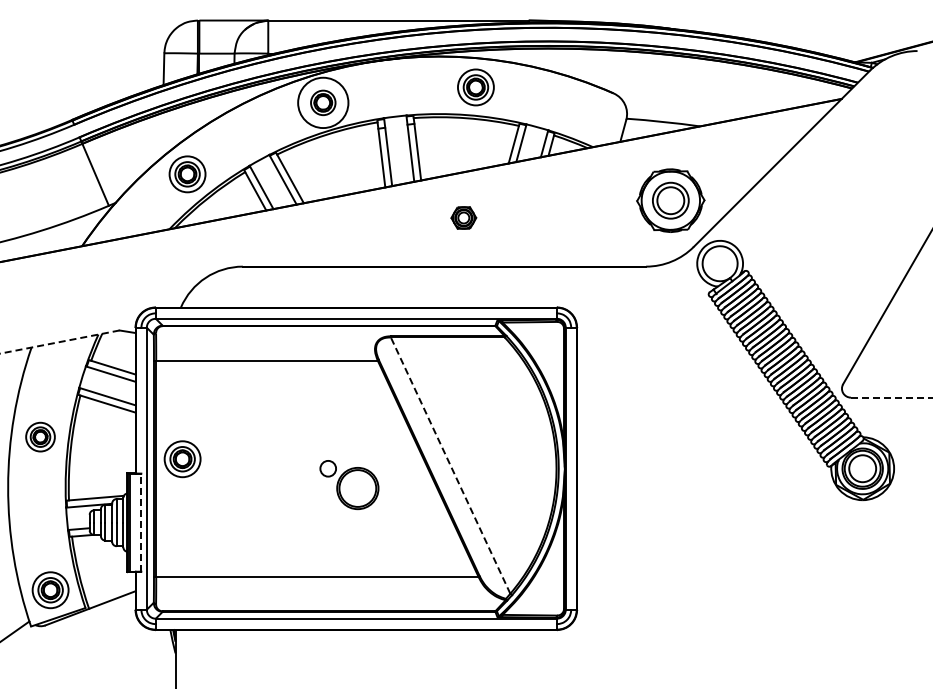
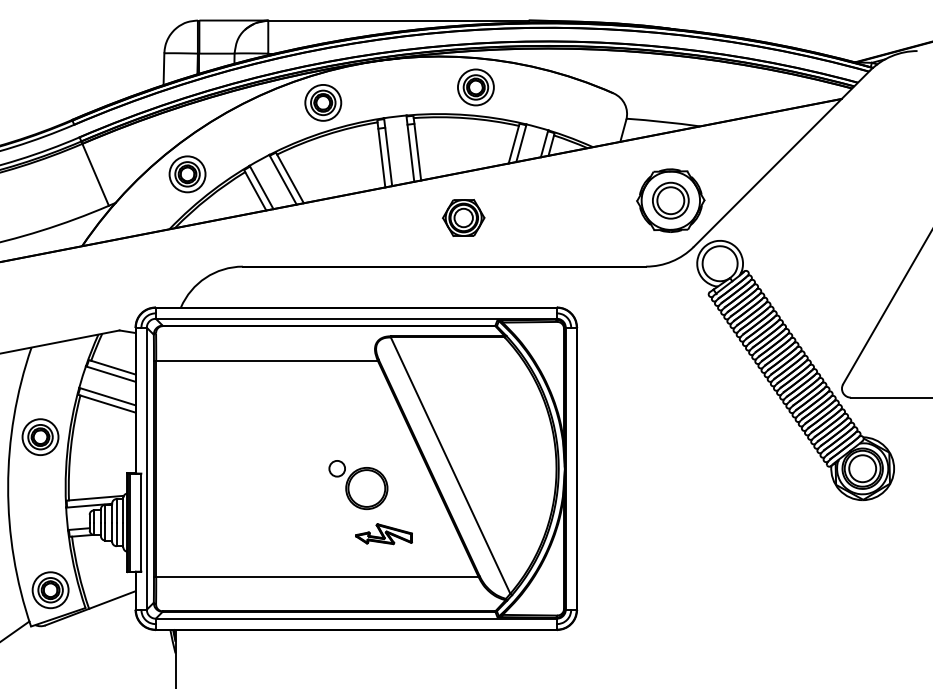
circle at (323, 102) diameter: 50 px -> 36 px
part at (463, 217) size: 28x24 px -> 44x38 px
line at (59, 342): dashed -> solid
line at (891, 397): dashed -> solid
part at (40, 436) size: 31x32 px -> 39x38 px
part at (182, 459): present -> none
line at (450, 465): dashed -> solid
part at (349, 485) position: (349, 485) -> (358, 485)
line at (141, 522): dashed -> solid
part at (383, 534): none -> present
